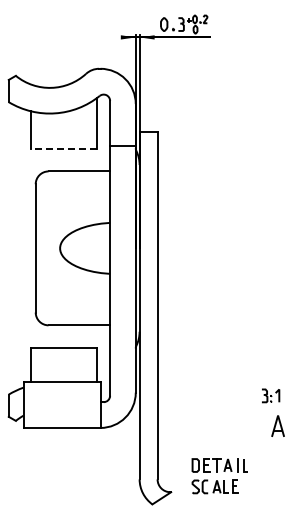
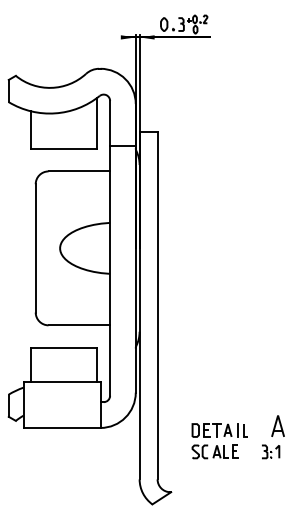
line at (63, 148): dashed -> solid
part at (271, 395) position: (271, 395) -> (271, 451)
part at (219, 476) position: (219, 476) -> (219, 441)
